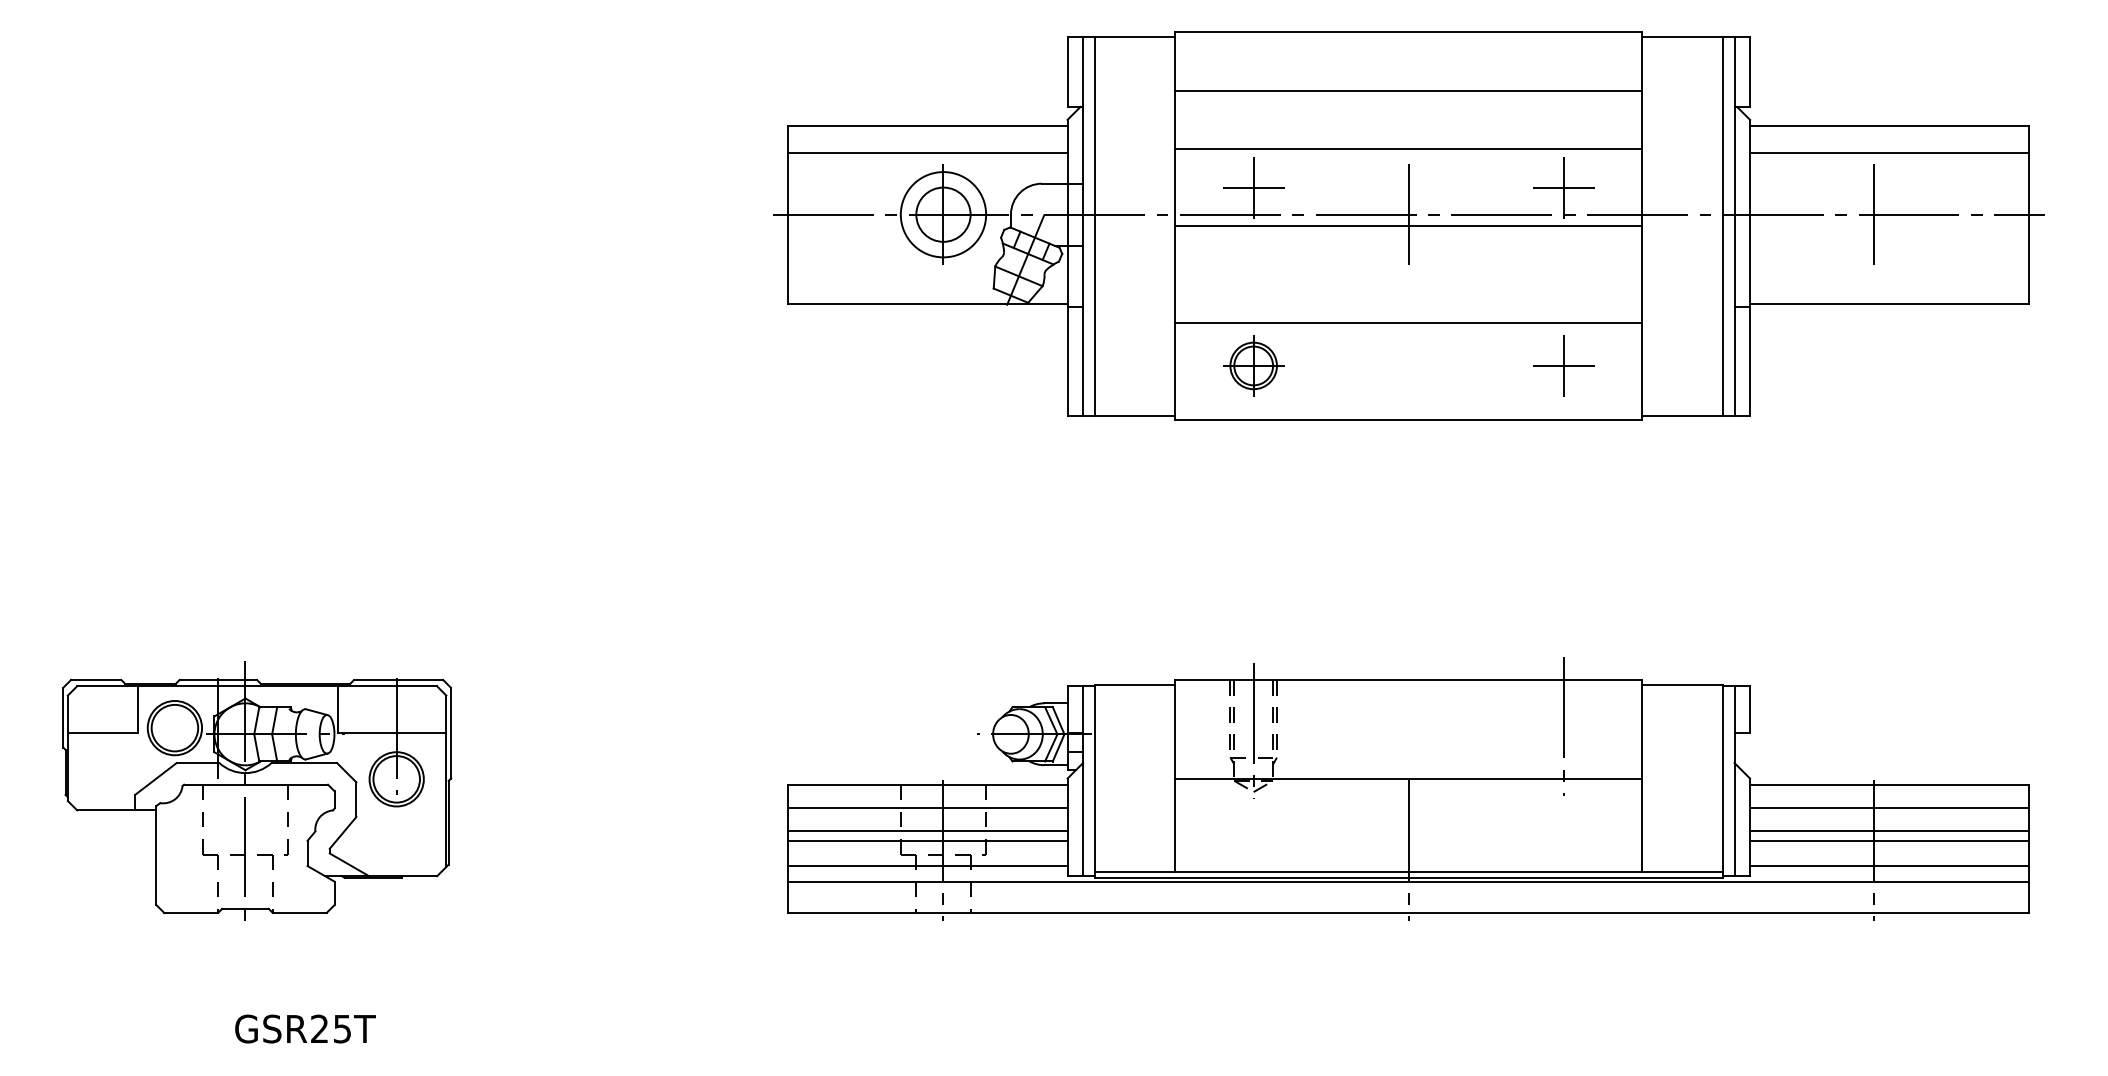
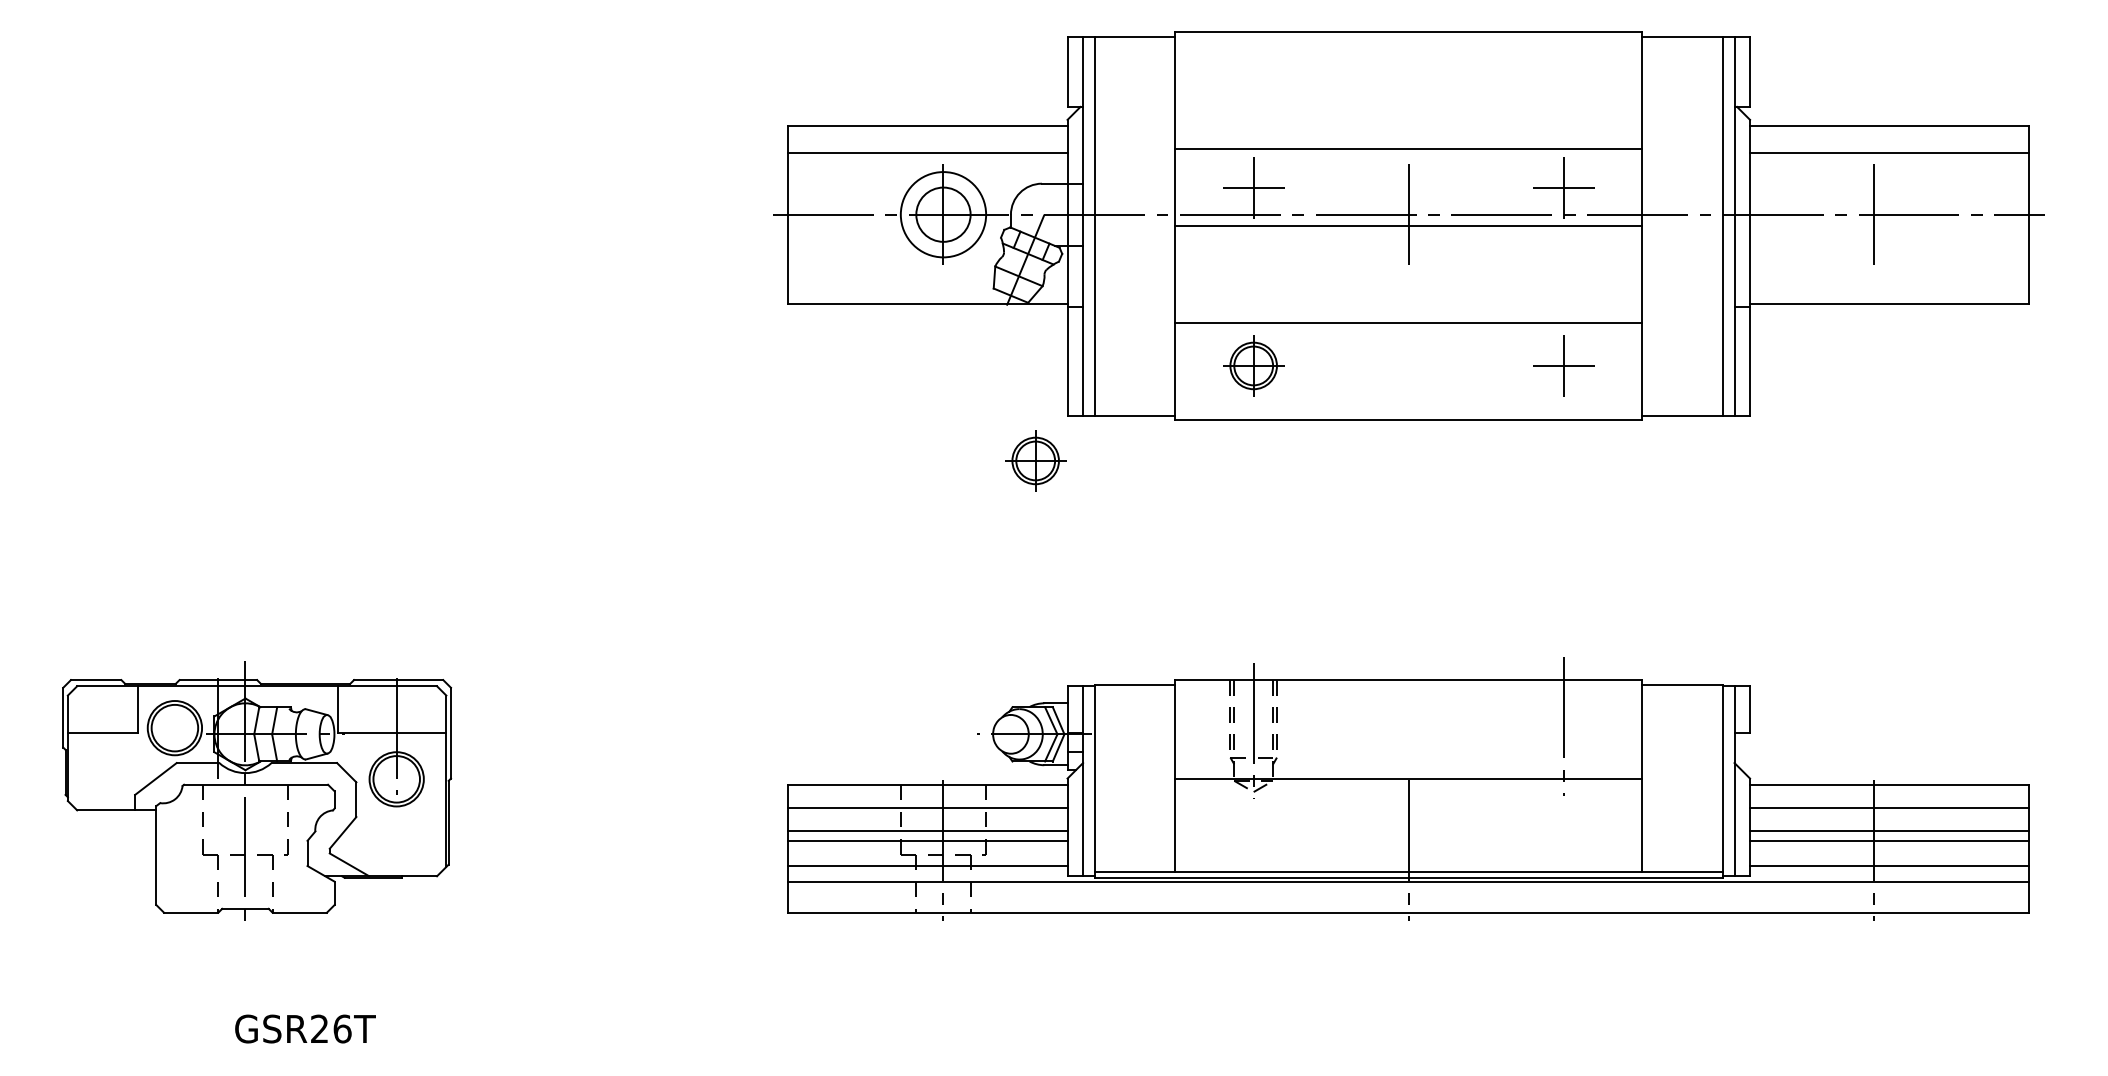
line at (1408, 90): present -> none
part at (1035, 460): none -> present
text at (342, 1028): GSR25T -> GSR26T
